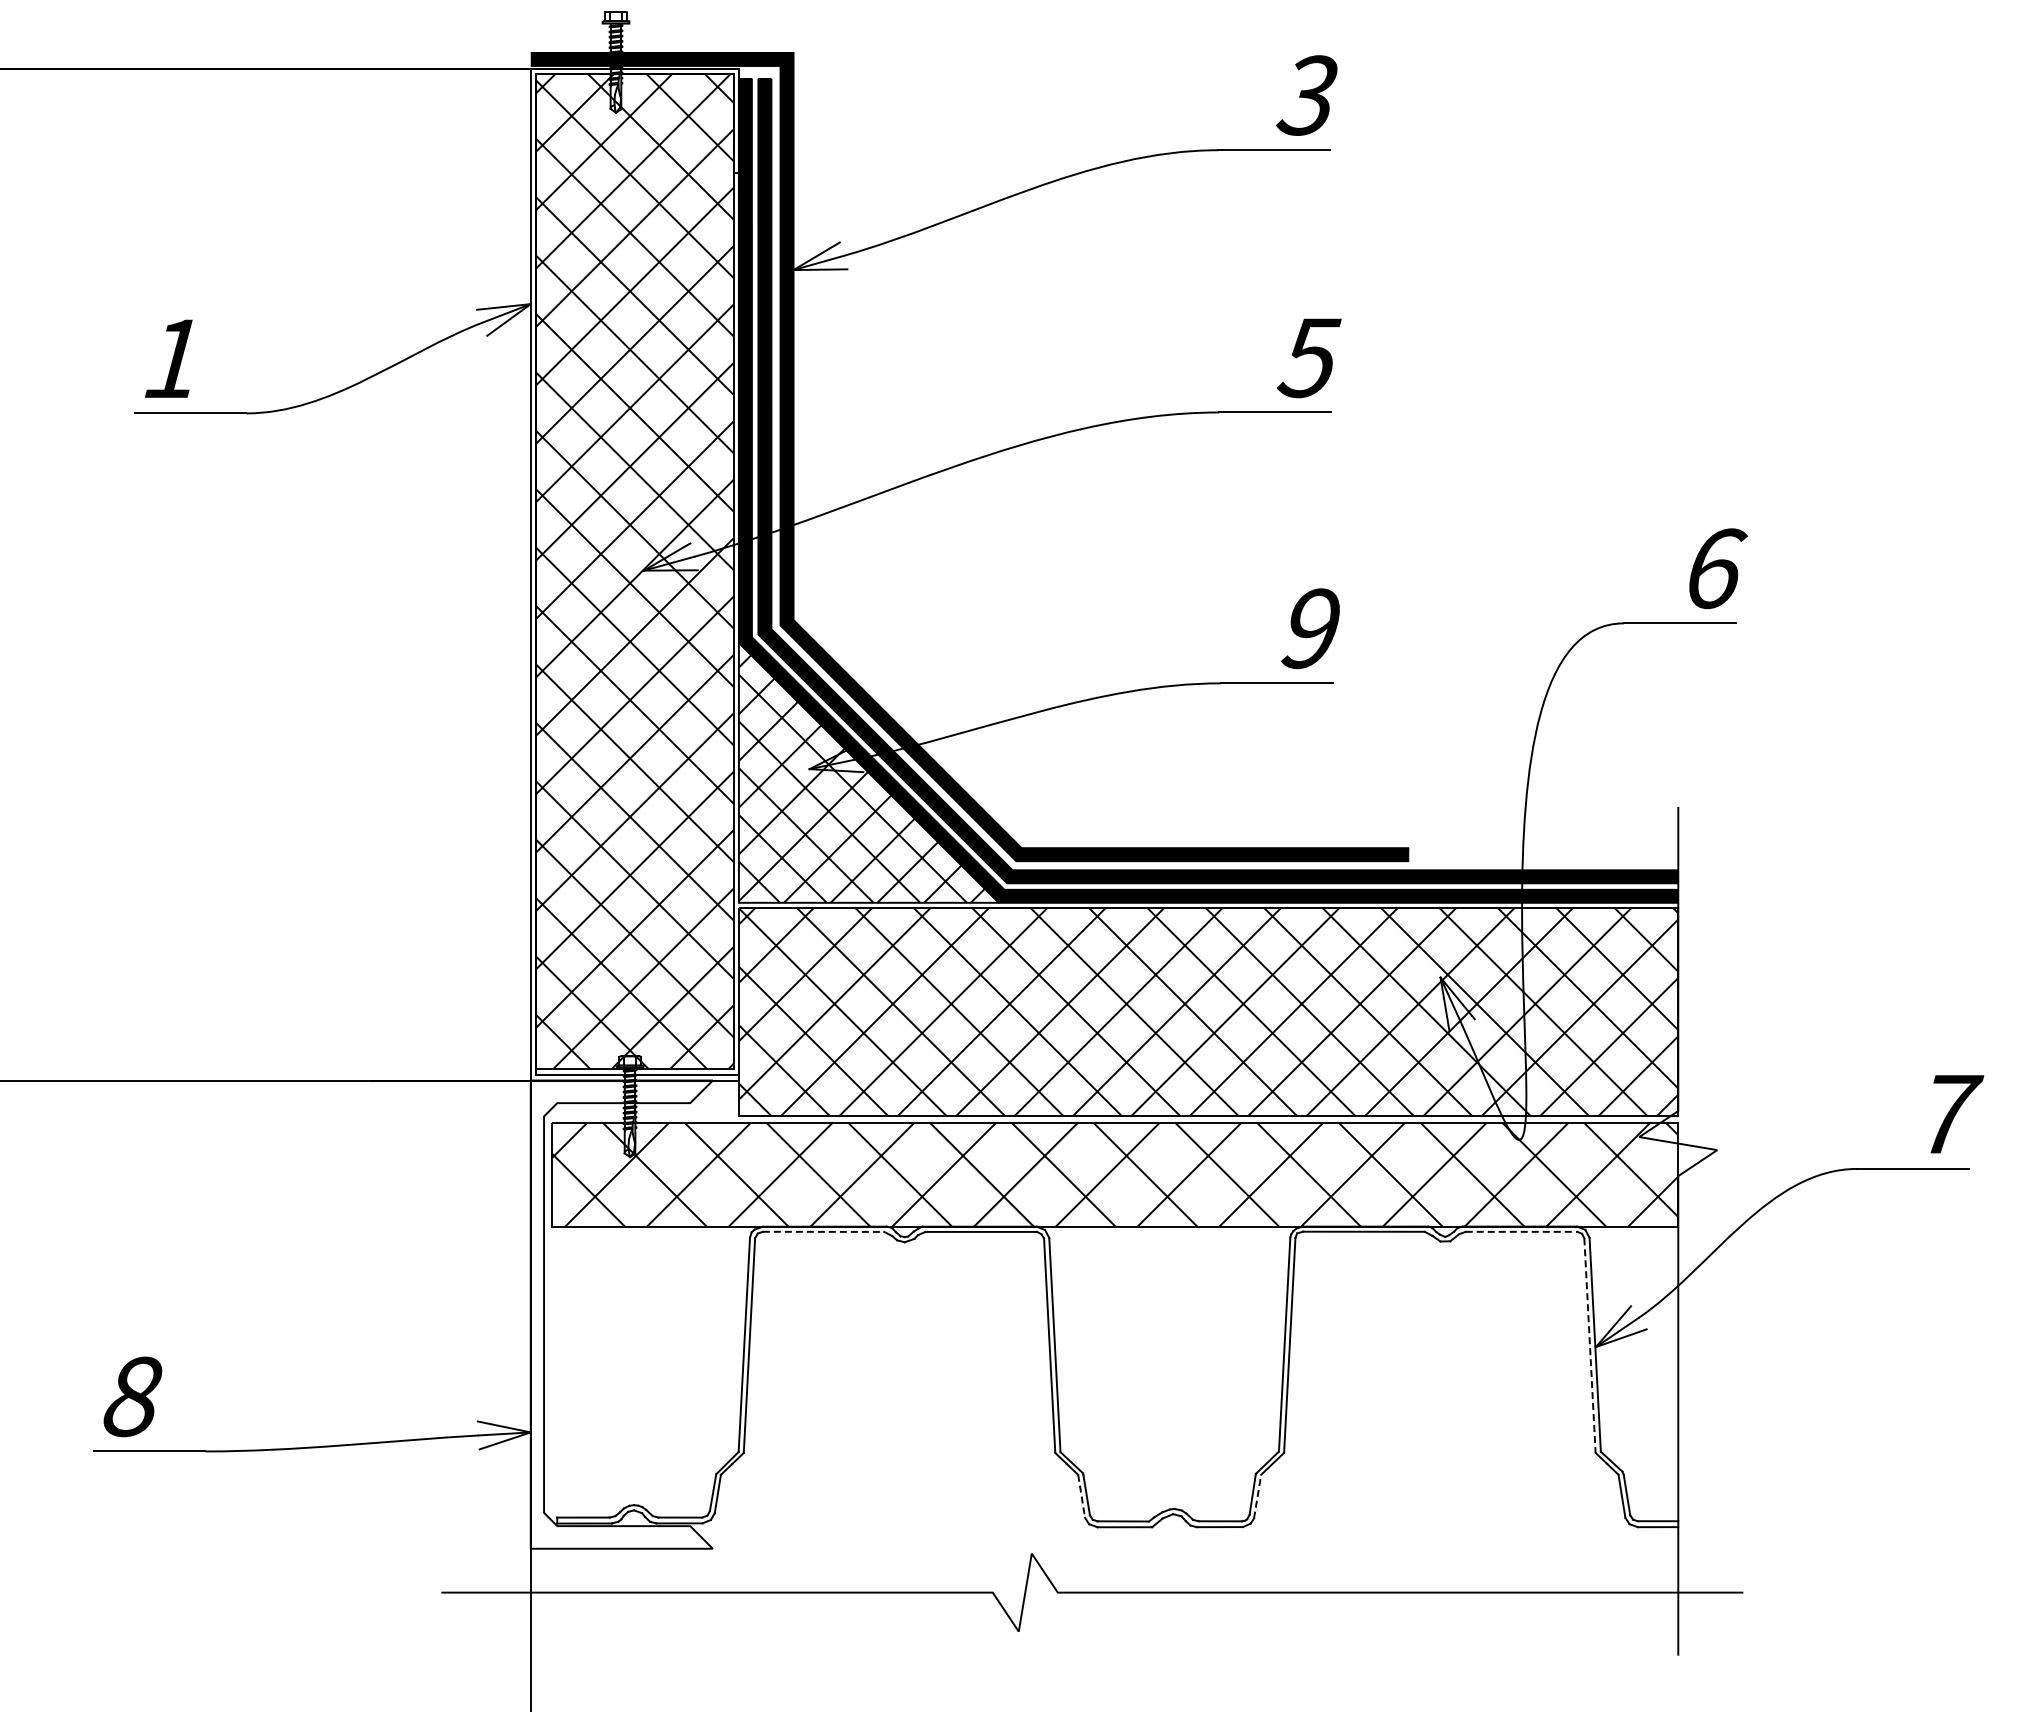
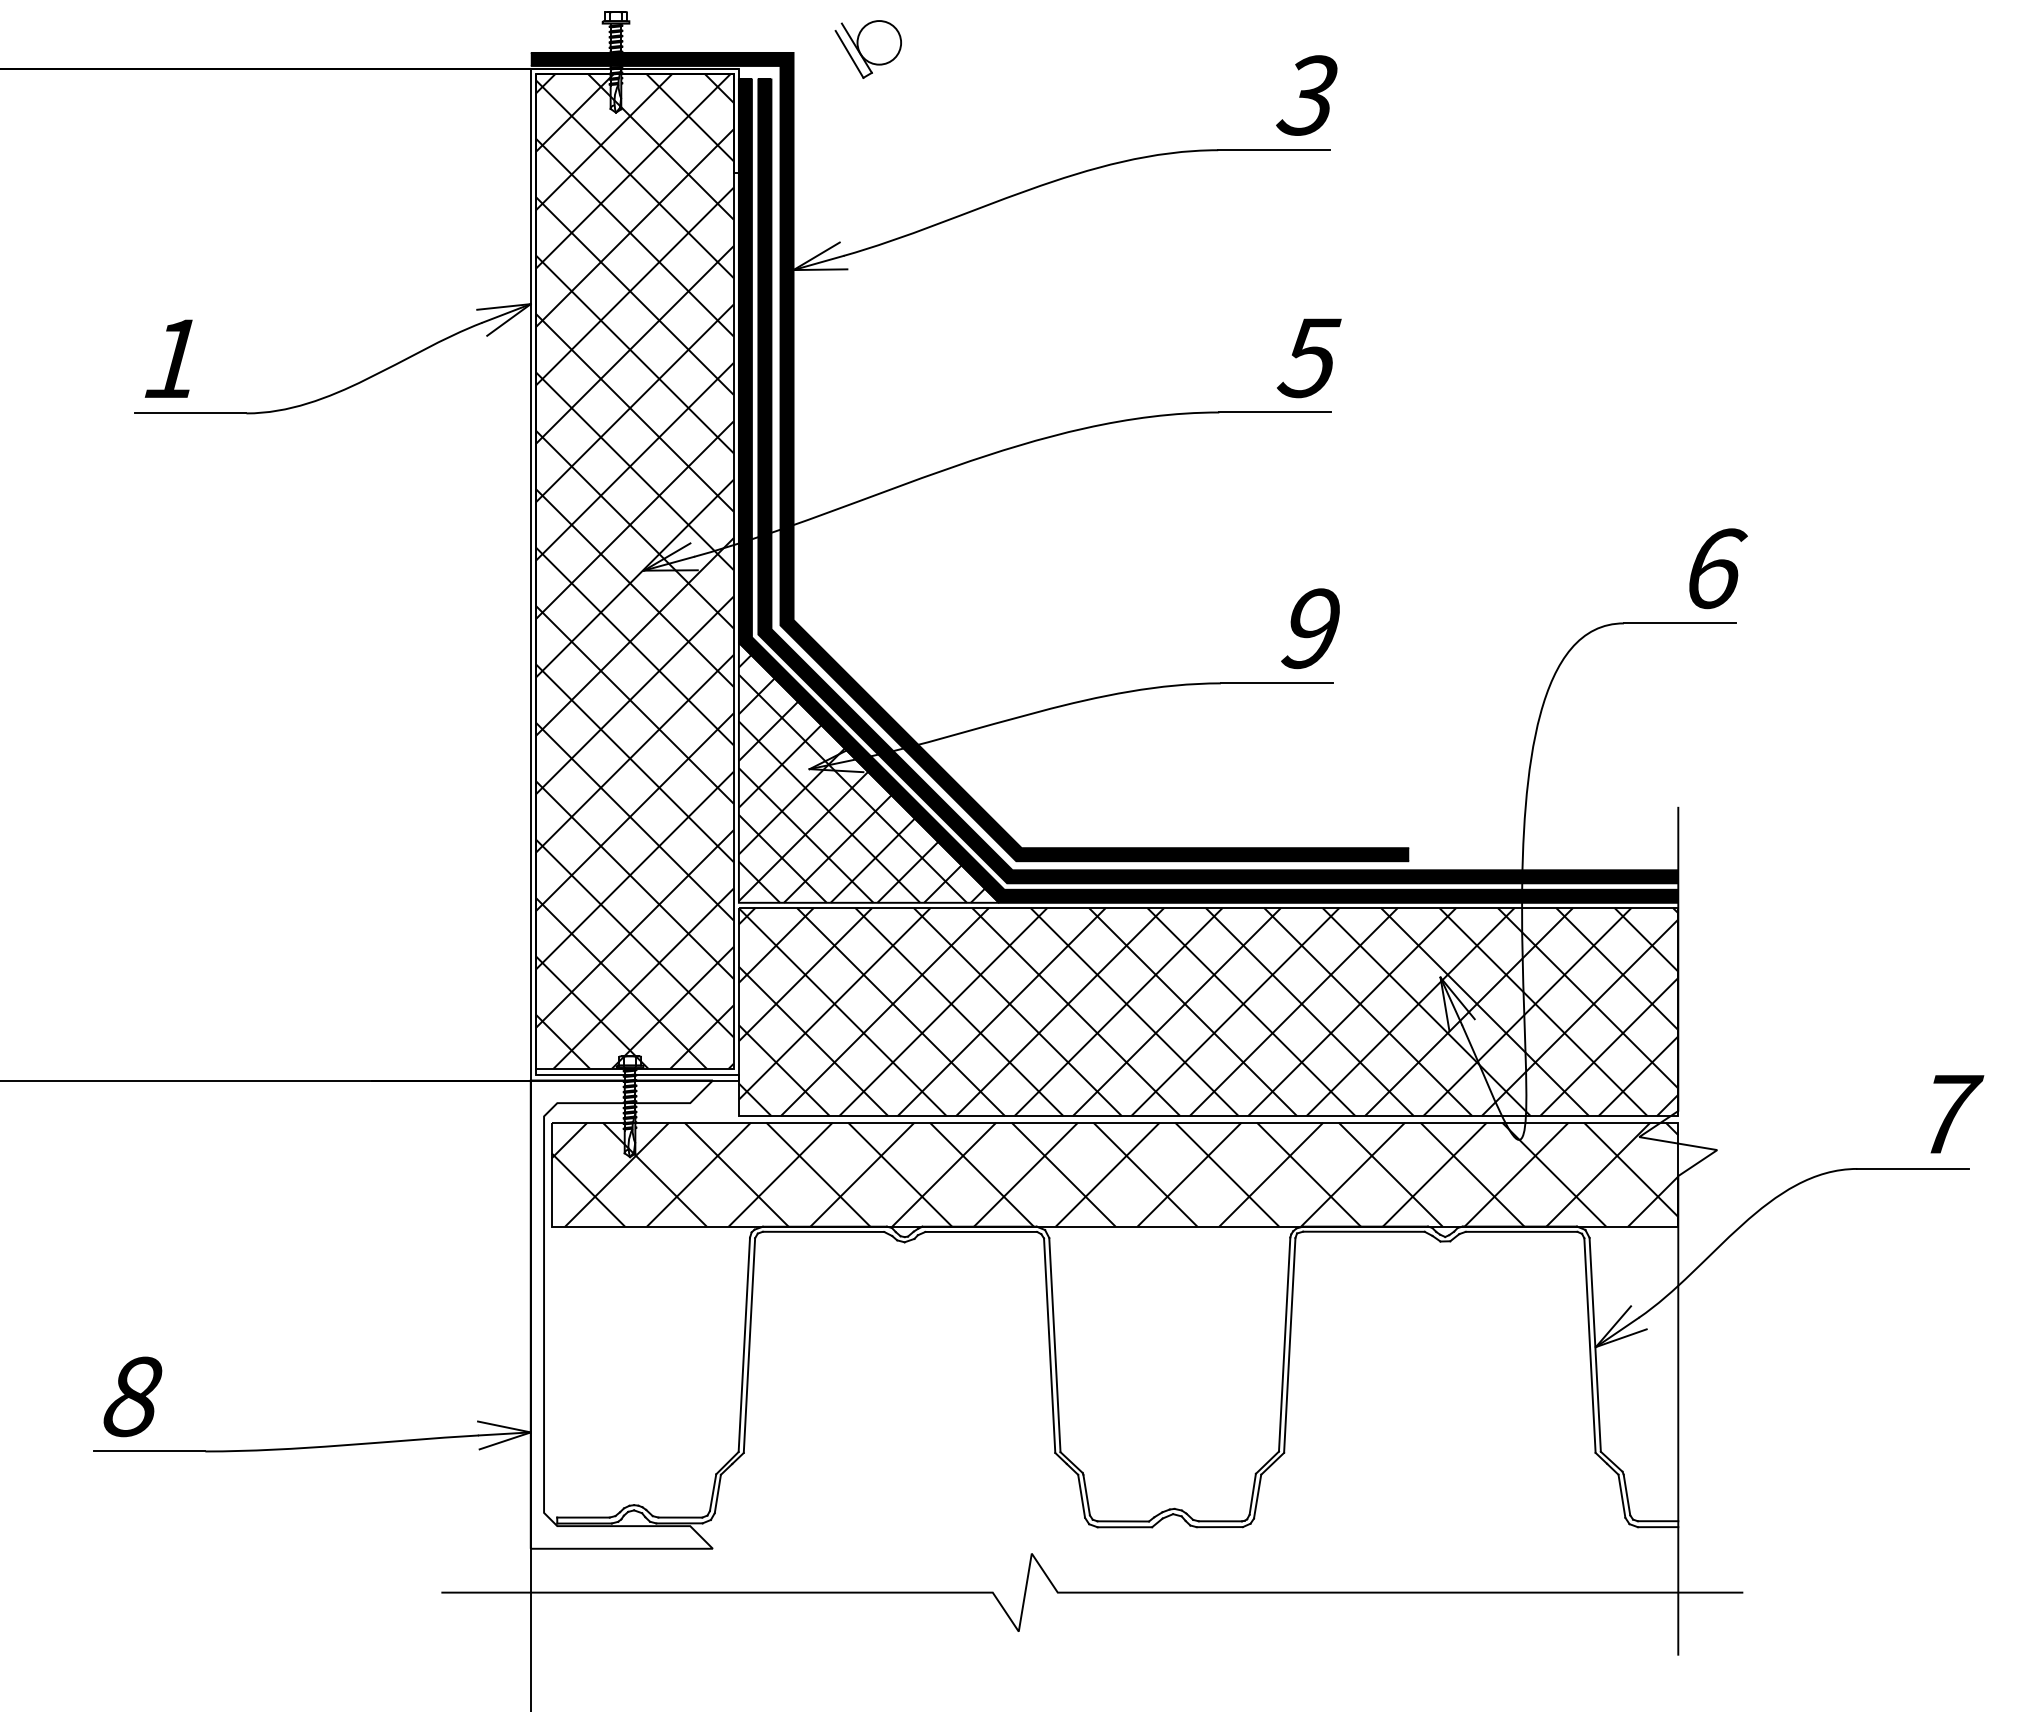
part at (867, 49): none -> present
line at (823, 1231): dashed -> solid
line at (1521, 1231): dashed -> solid
line at (1590, 1346): dashed -> solid
line at (1081, 1496): dashed -> solid
line at (1257, 1496): dashed -> solid
